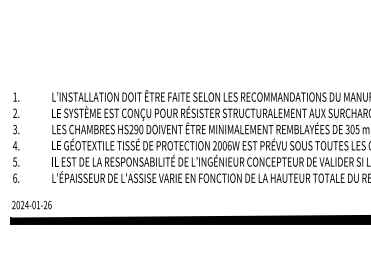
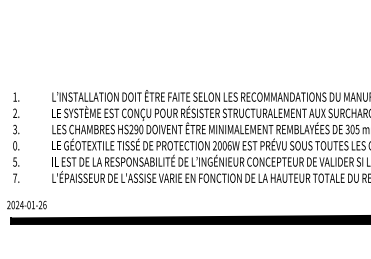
text at (14, 145): 4. -> 0.
text at (15, 177): 6. -> 7.
text at (31, 204) position: (31, 204) -> (26, 204)
